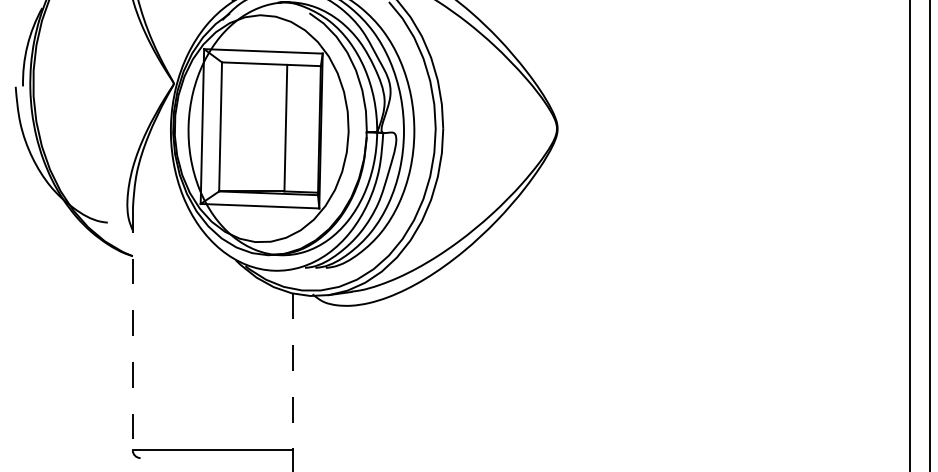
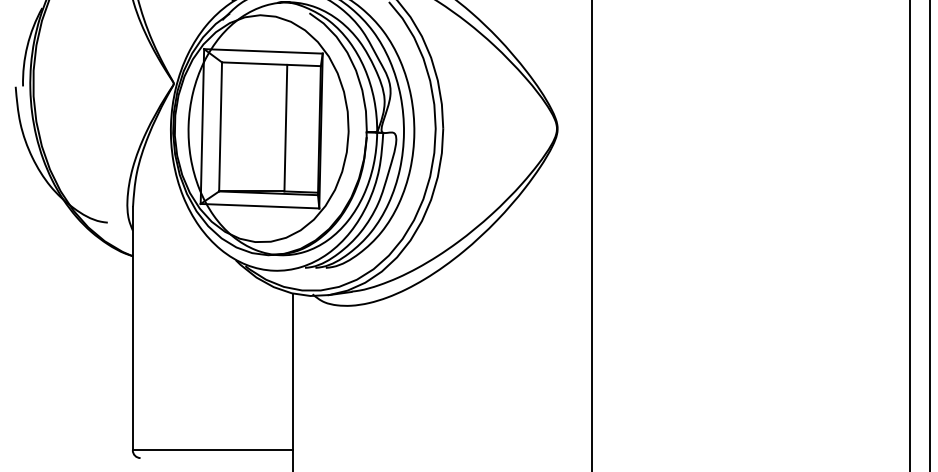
line at (592, 235): none -> present
line at (132, 328): dashed -> solid
line at (292, 382): dashed -> solid
